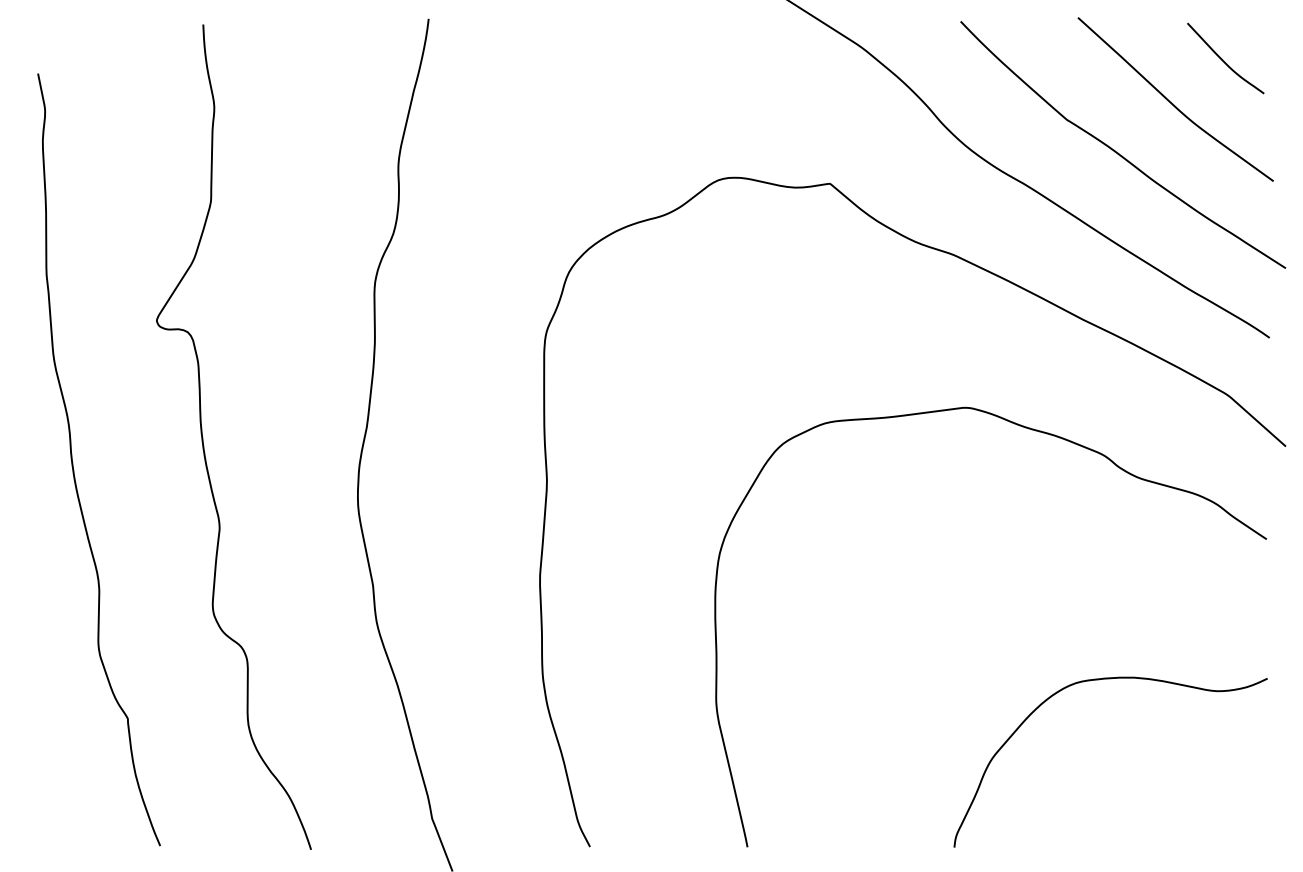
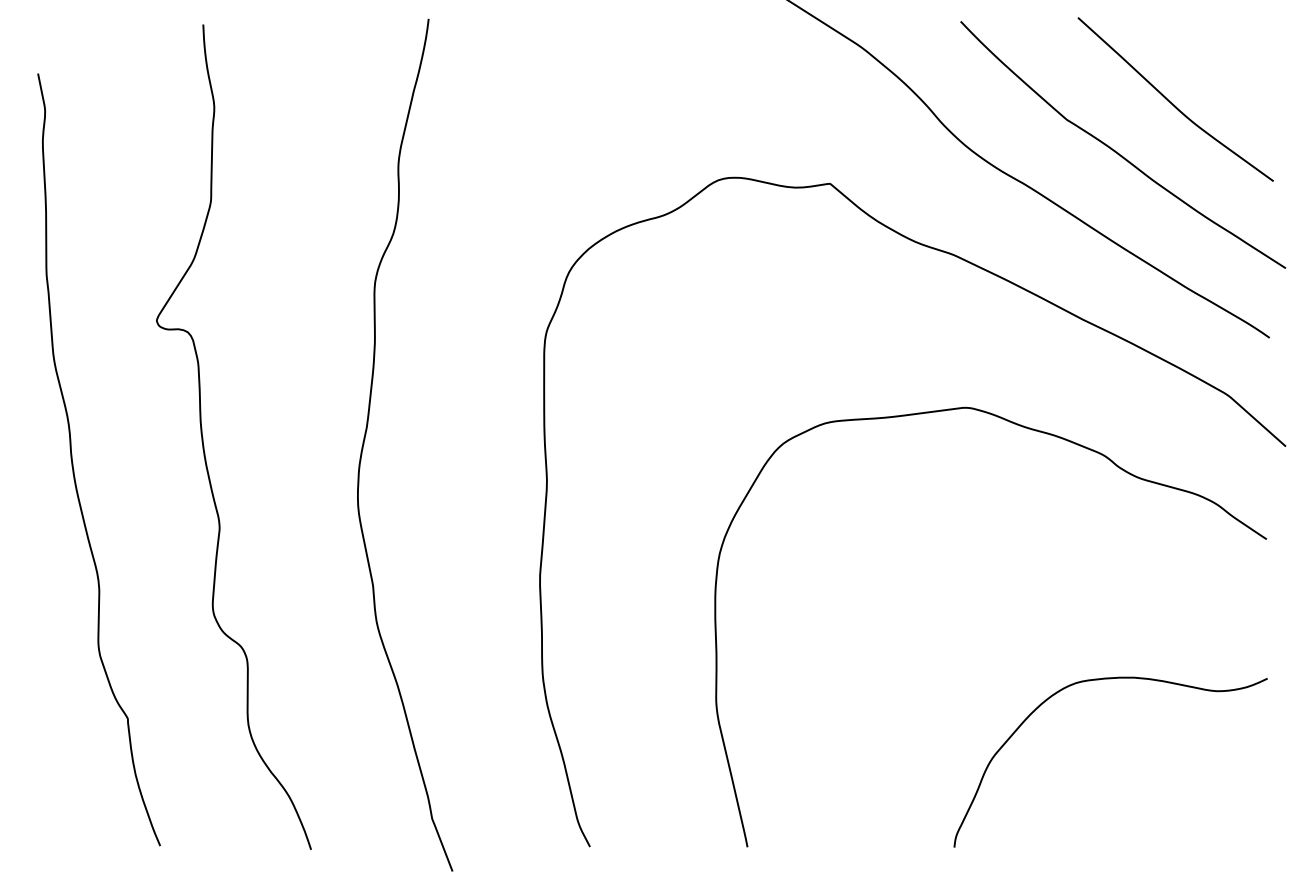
curve at (1223, 59): present -> none
